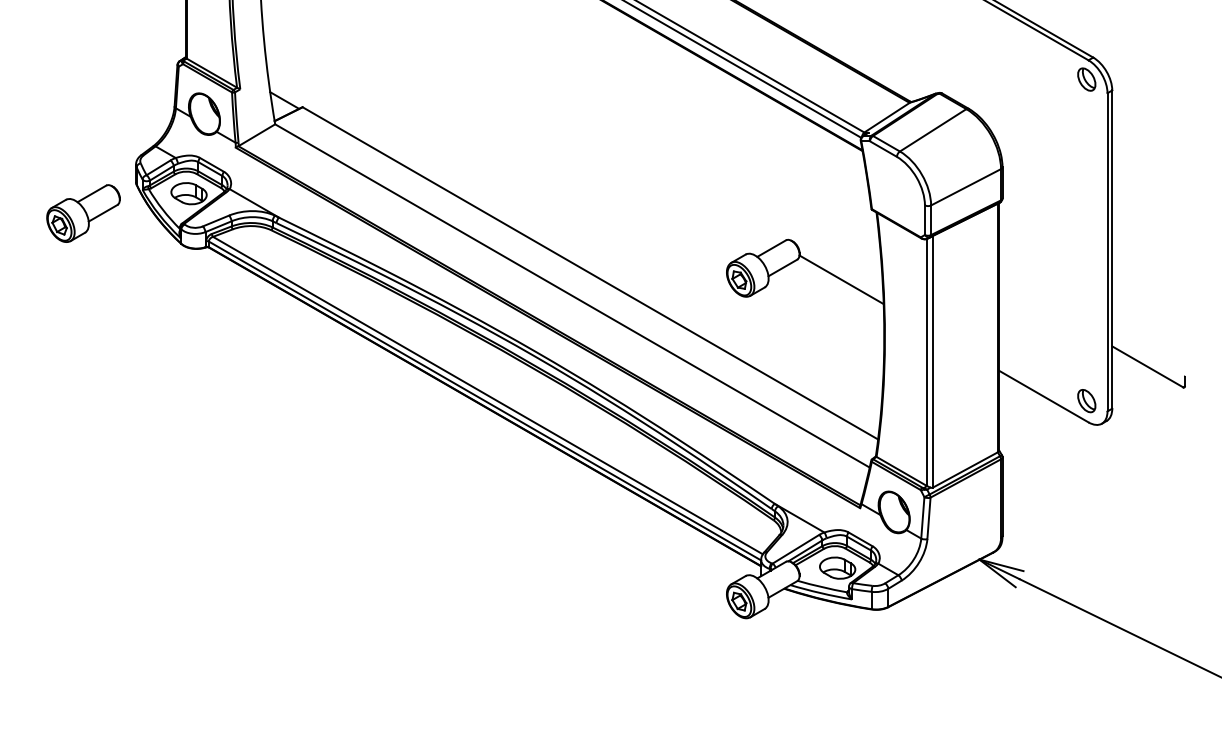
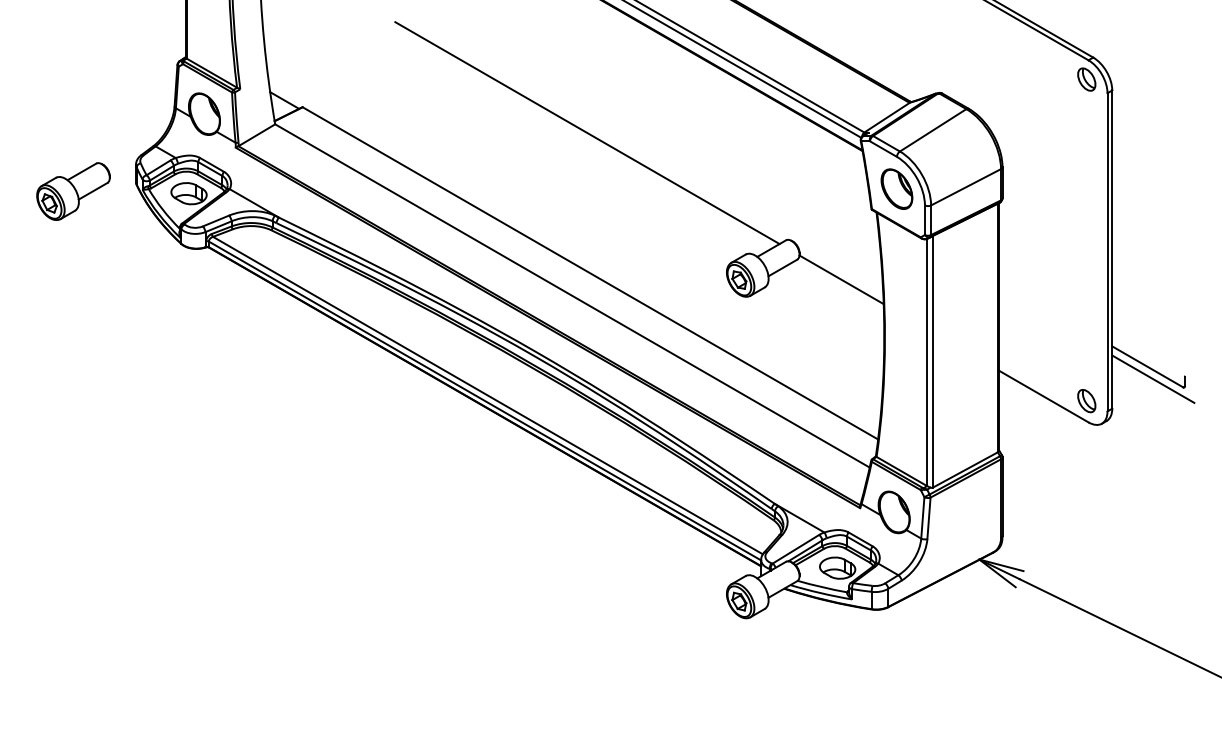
line at (587, 133): none -> present
part at (896, 188): none -> present
part at (83, 213) position: (83, 213) -> (73, 191)
line at (1153, 378): none -> present
